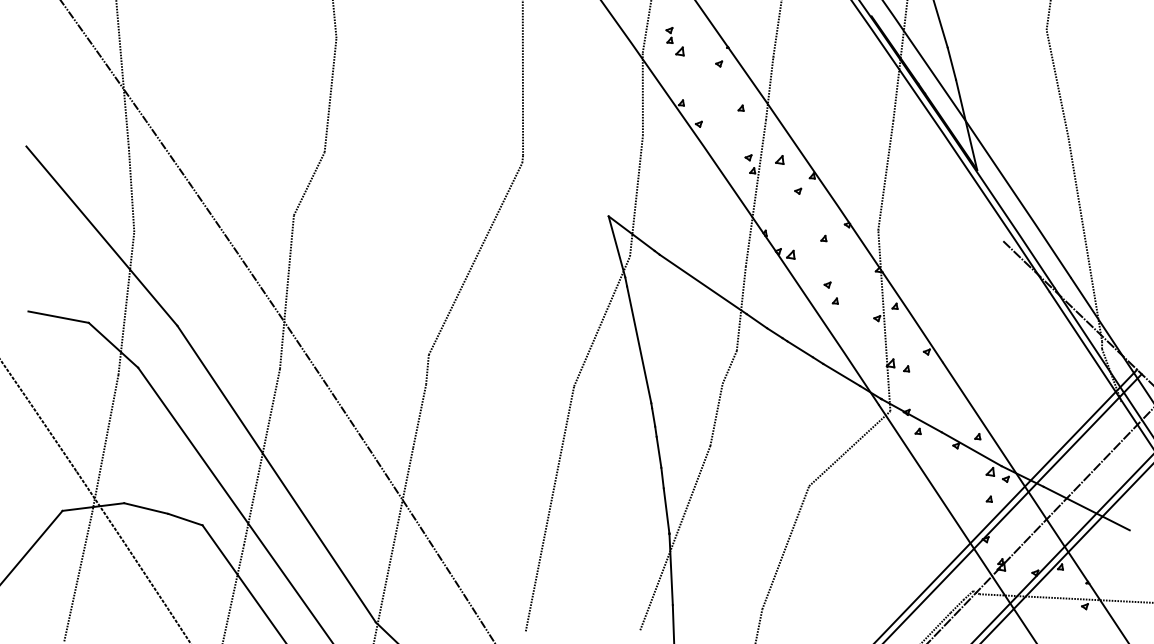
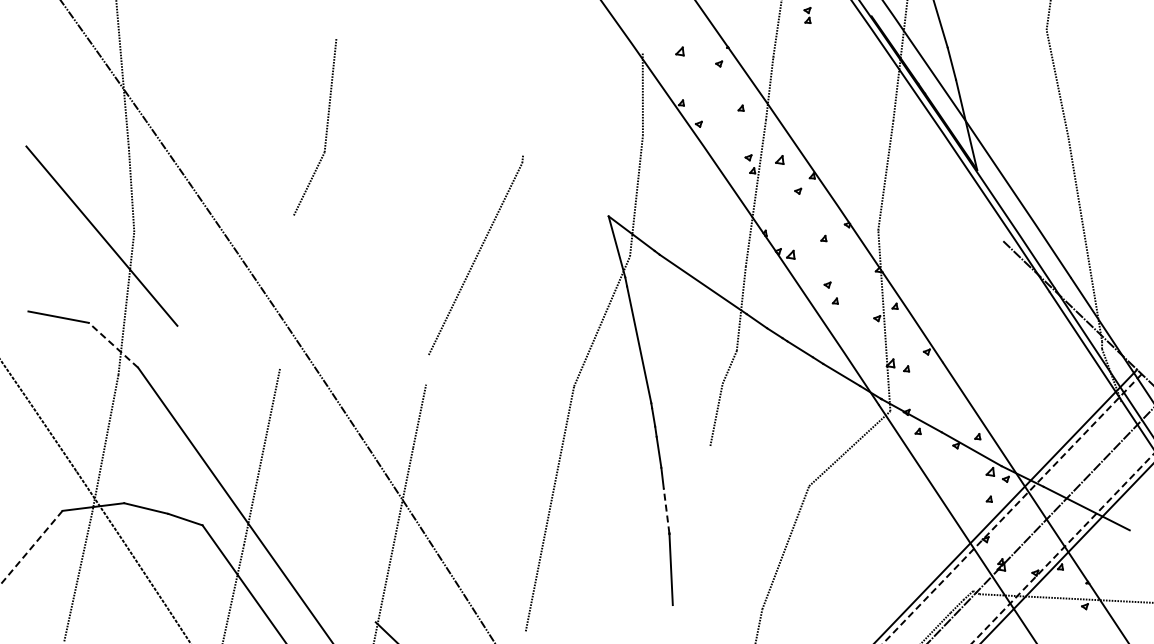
line at (334, 20): present -> none
line at (646, 27): present -> none
part at (669, 35) position: (669, 35) -> (807, 15)
line at (522, 78): present -> none
line at (286, 291): present -> none
line at (113, 344): solid -> dashed
line at (427, 369): present -> none
line at (276, 473): present -> none
line at (1012, 508): solid -> dashed
line at (666, 510): solid -> dashed
line at (675, 537): present -> none
line at (31, 548): solid -> dashed
line at (1062, 548): solid -> dashed
line at (673, 622): present -> none
